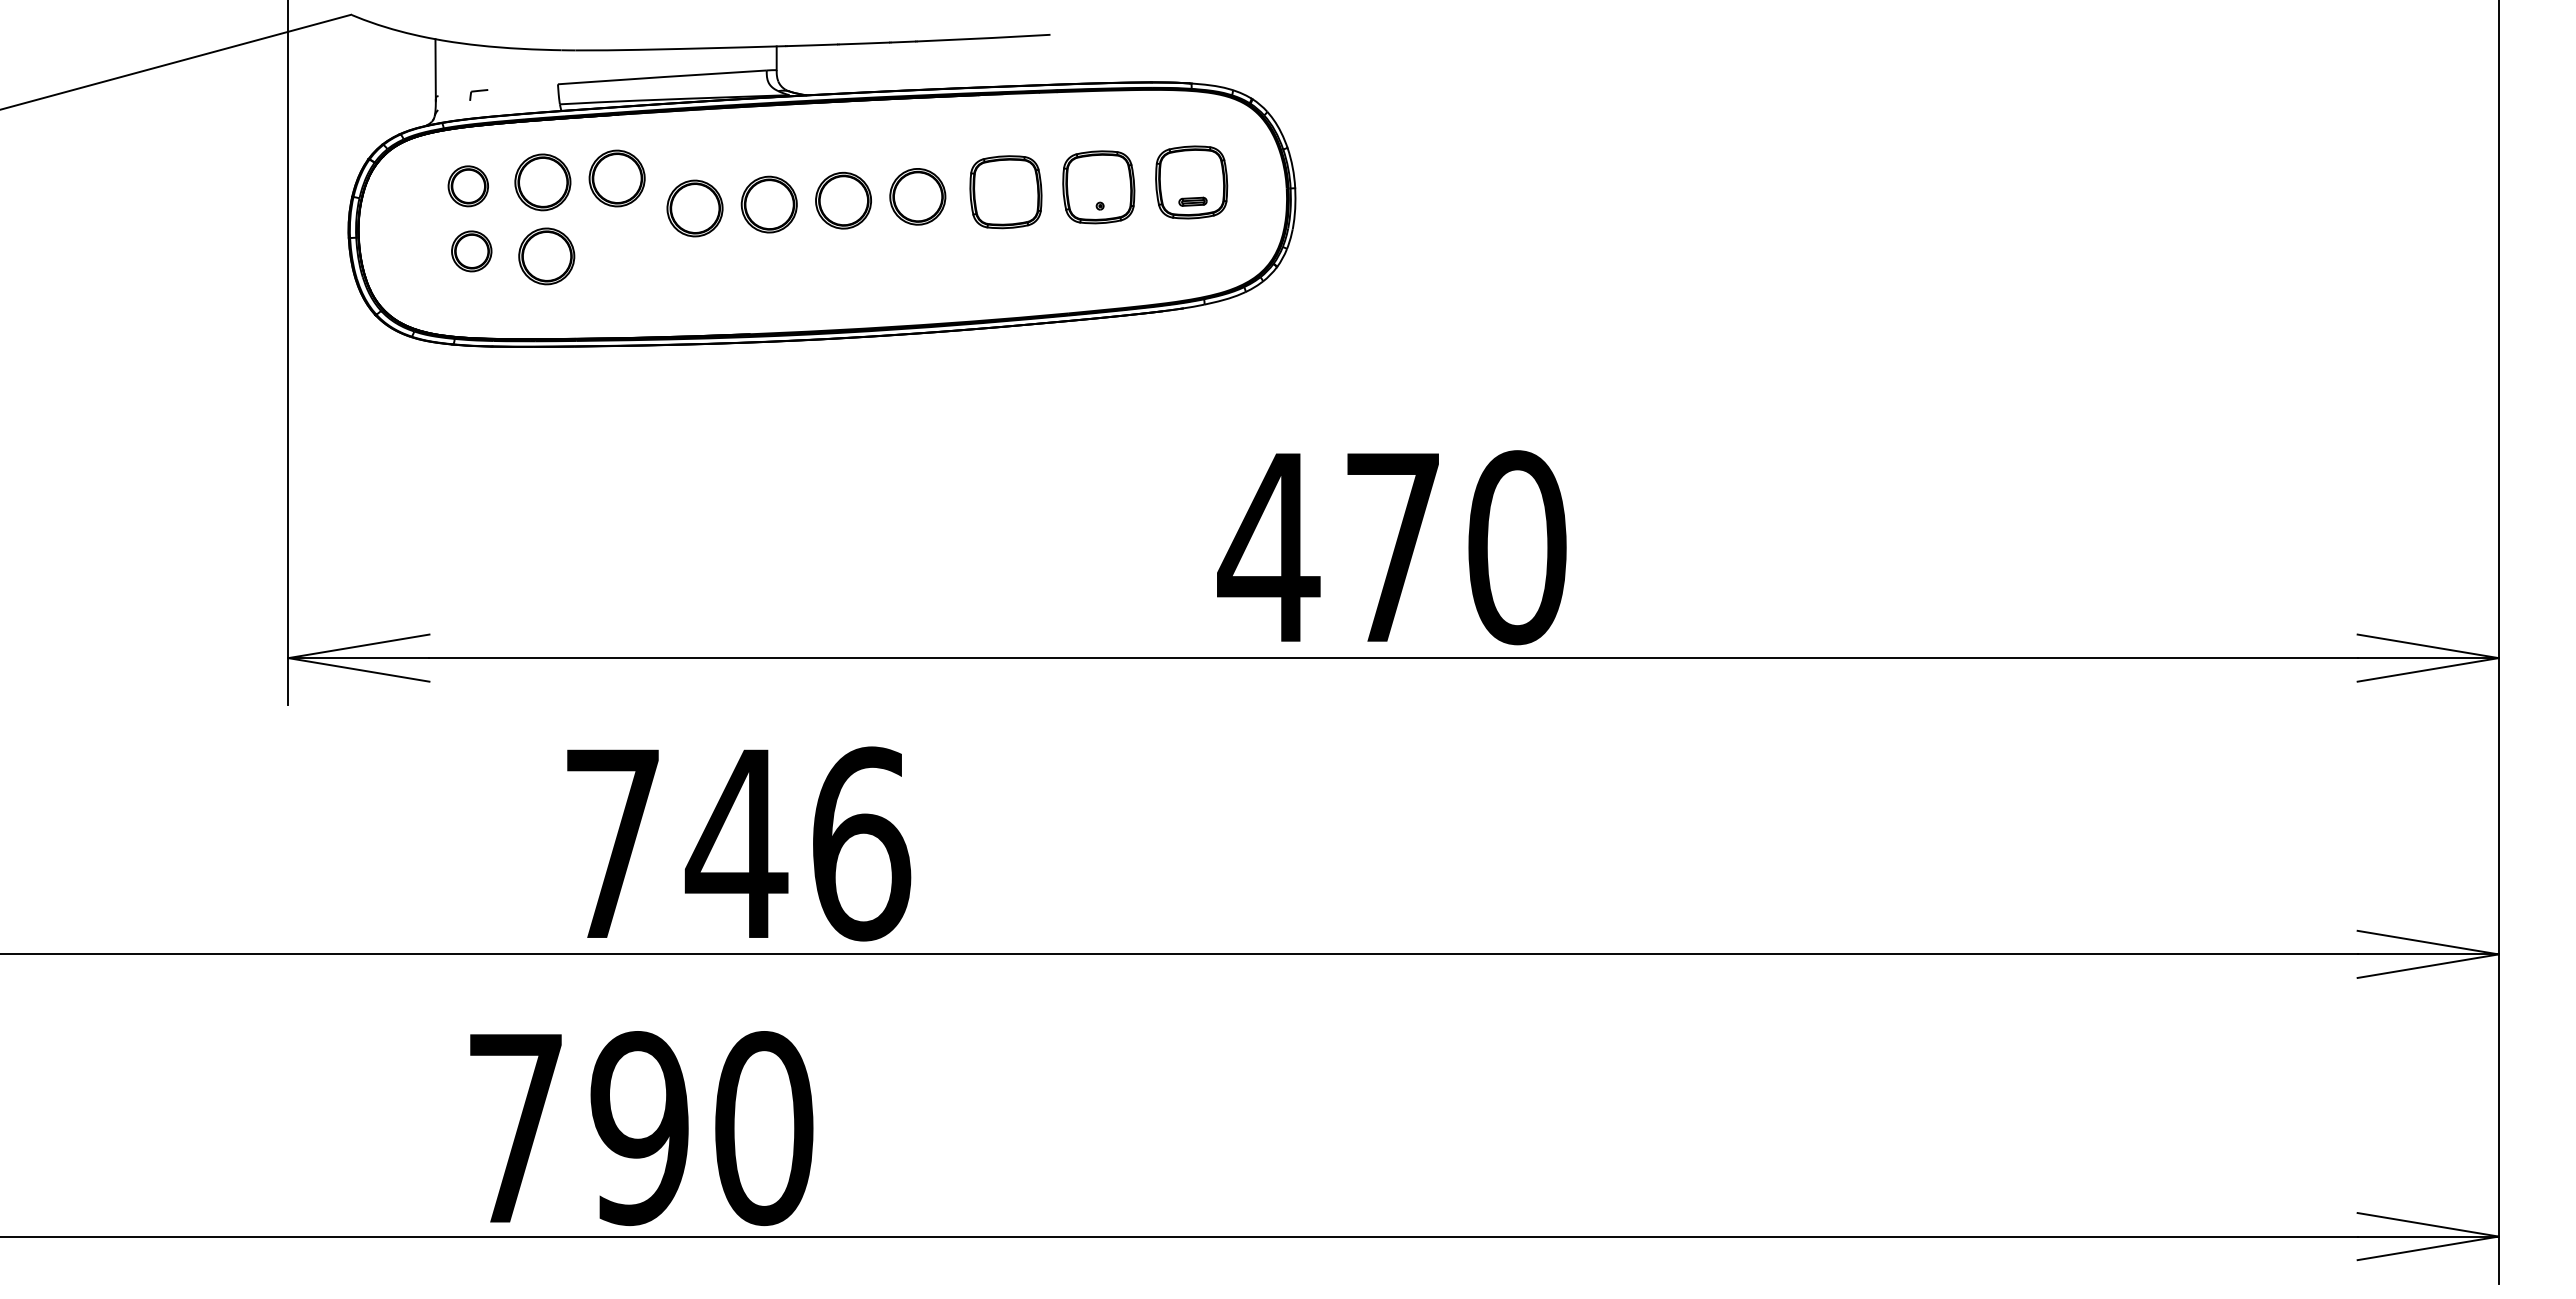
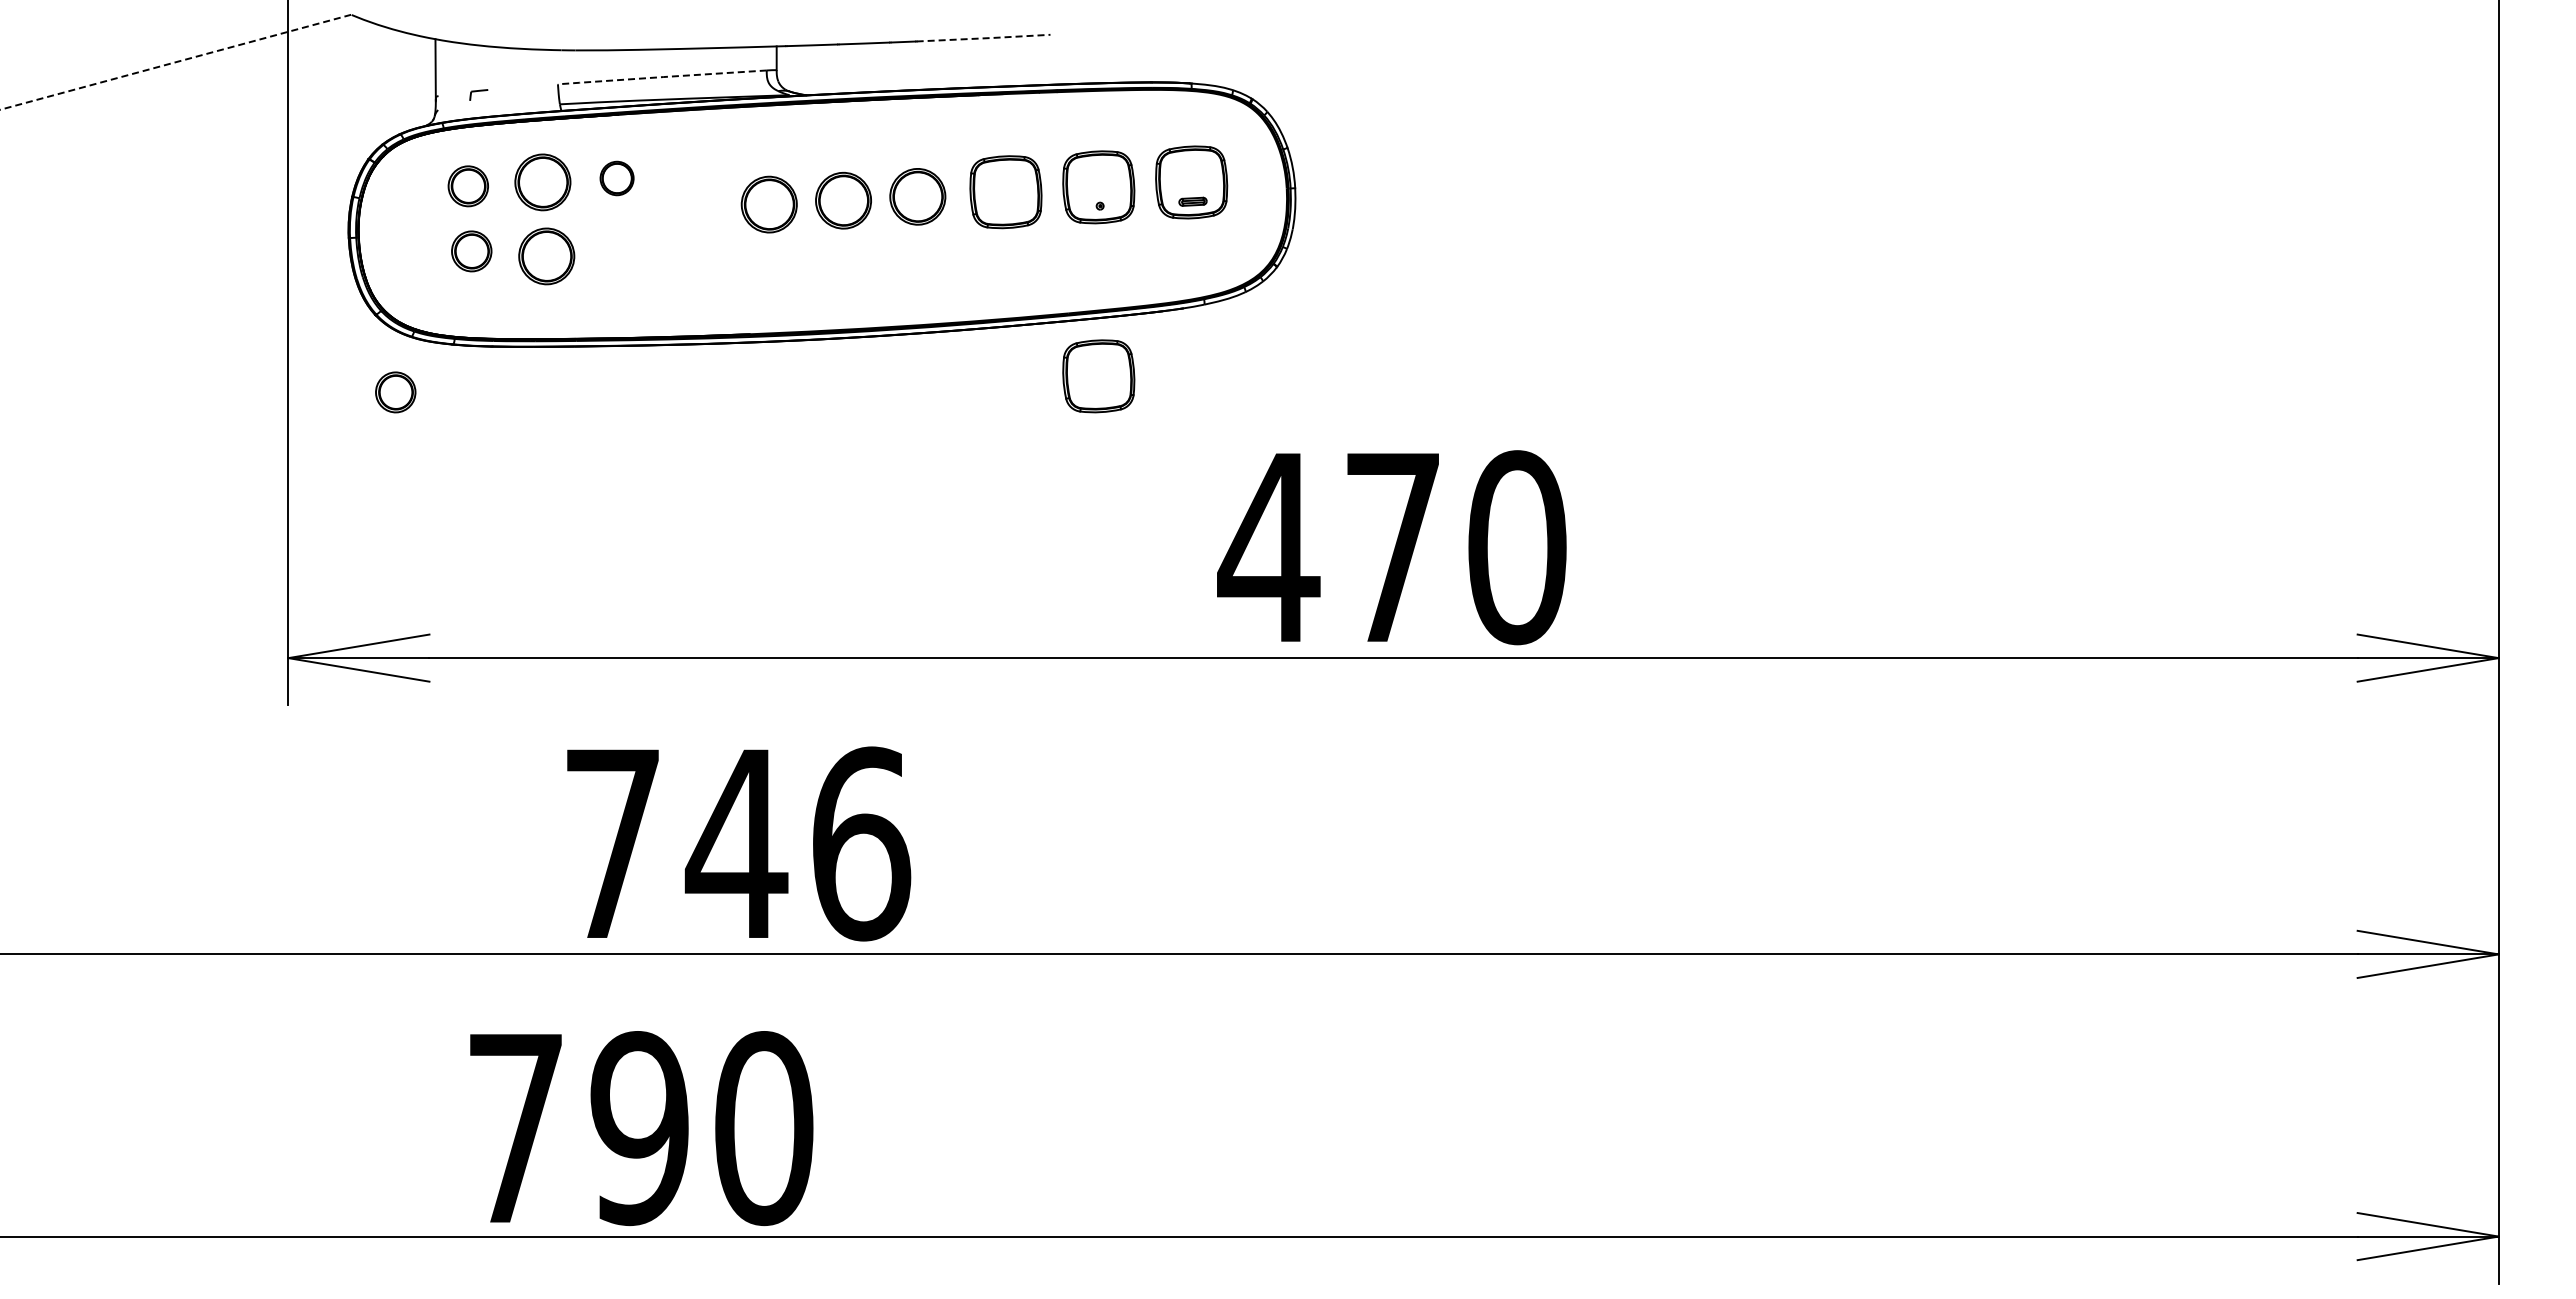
line at (984, 38): solid -> dashed
line at (175, 62): solid -> dashed
line at (661, 77): solid -> dashed
part at (616, 178) size: 58x59 px -> 36x37 px
part at (694, 208): present -> none
part at (1098, 376): none -> present
part at (395, 392): none -> present
